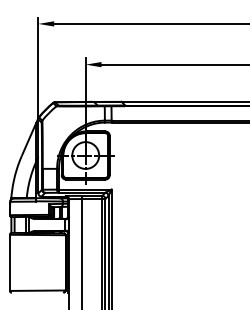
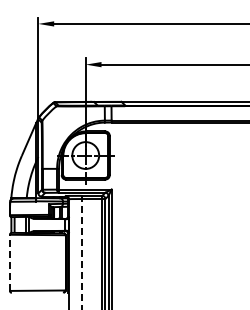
line at (81, 253): solid -> dashed
line at (9, 262): solid -> dashed
